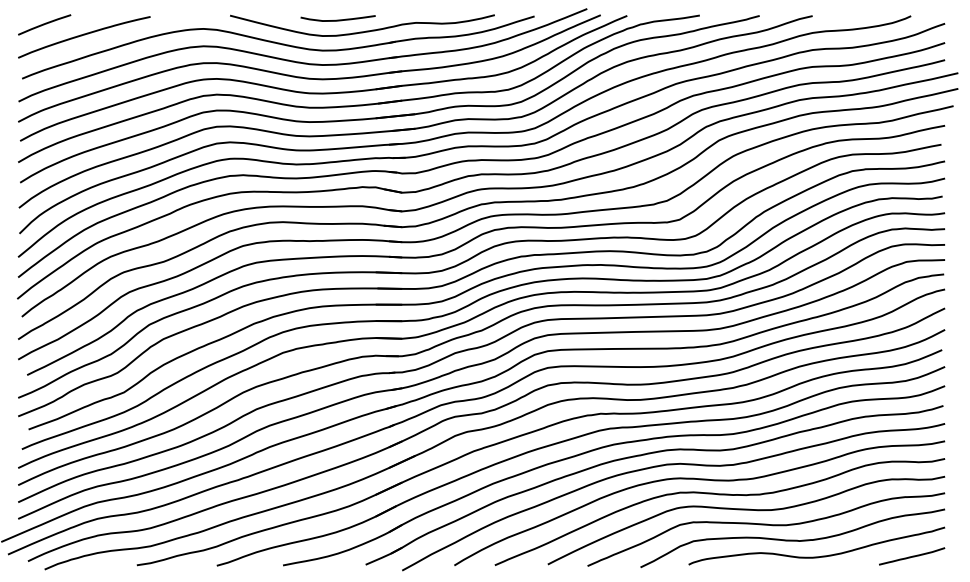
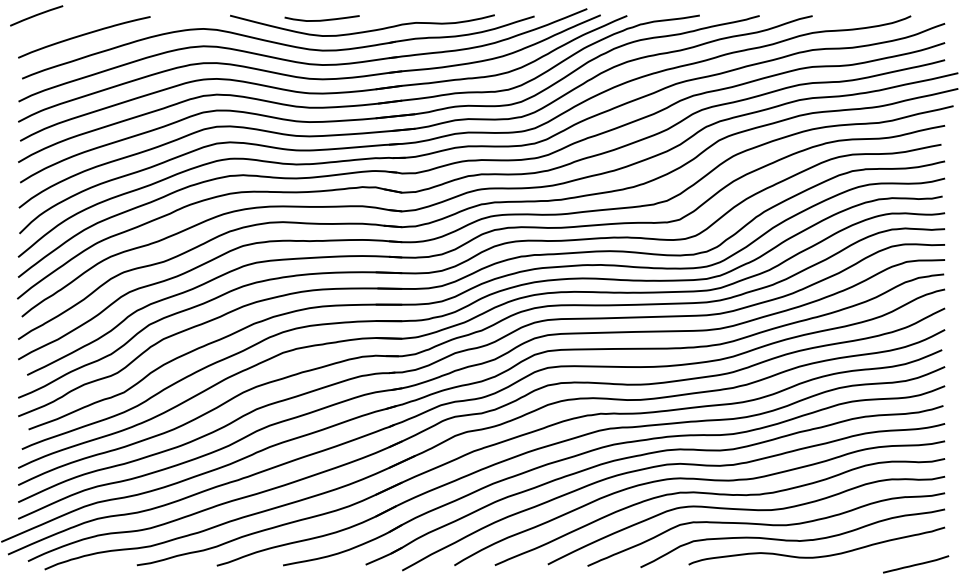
curve at (337, 19) position: (337, 19) -> (321, 19)
line at (44, 24) position: (44, 24) -> (36, 15)
line at (912, 556) position: (912, 556) -> (916, 564)
